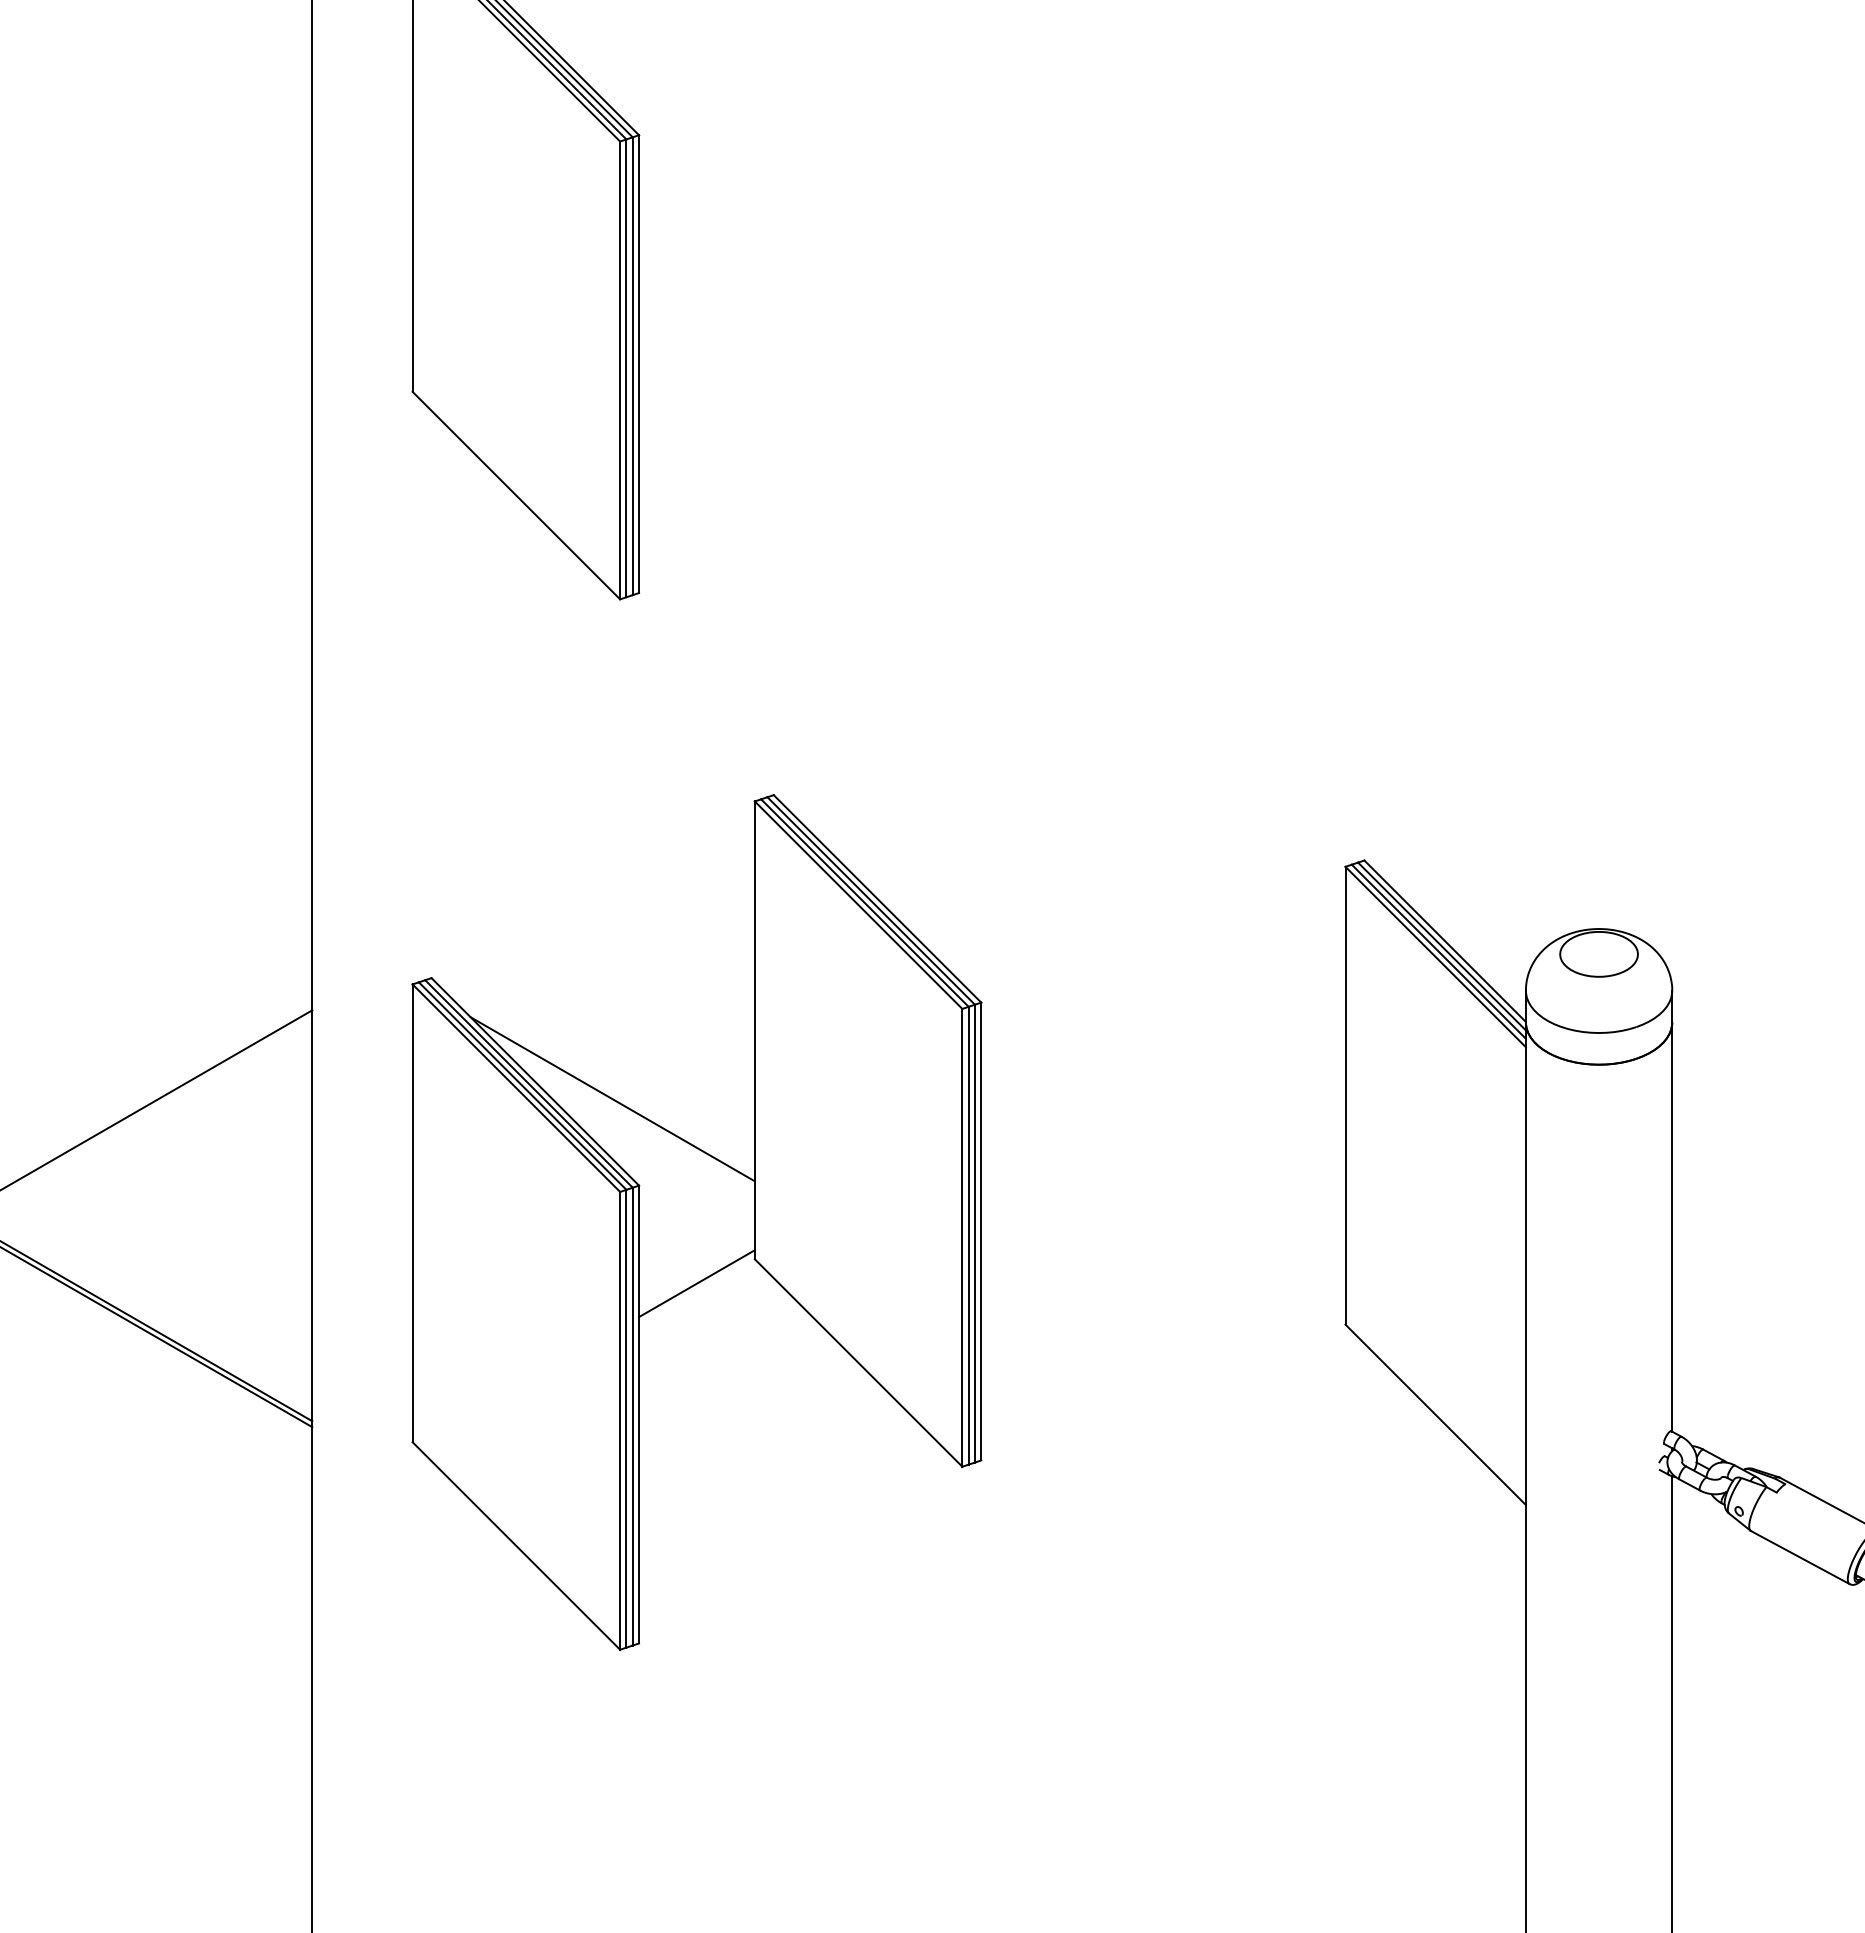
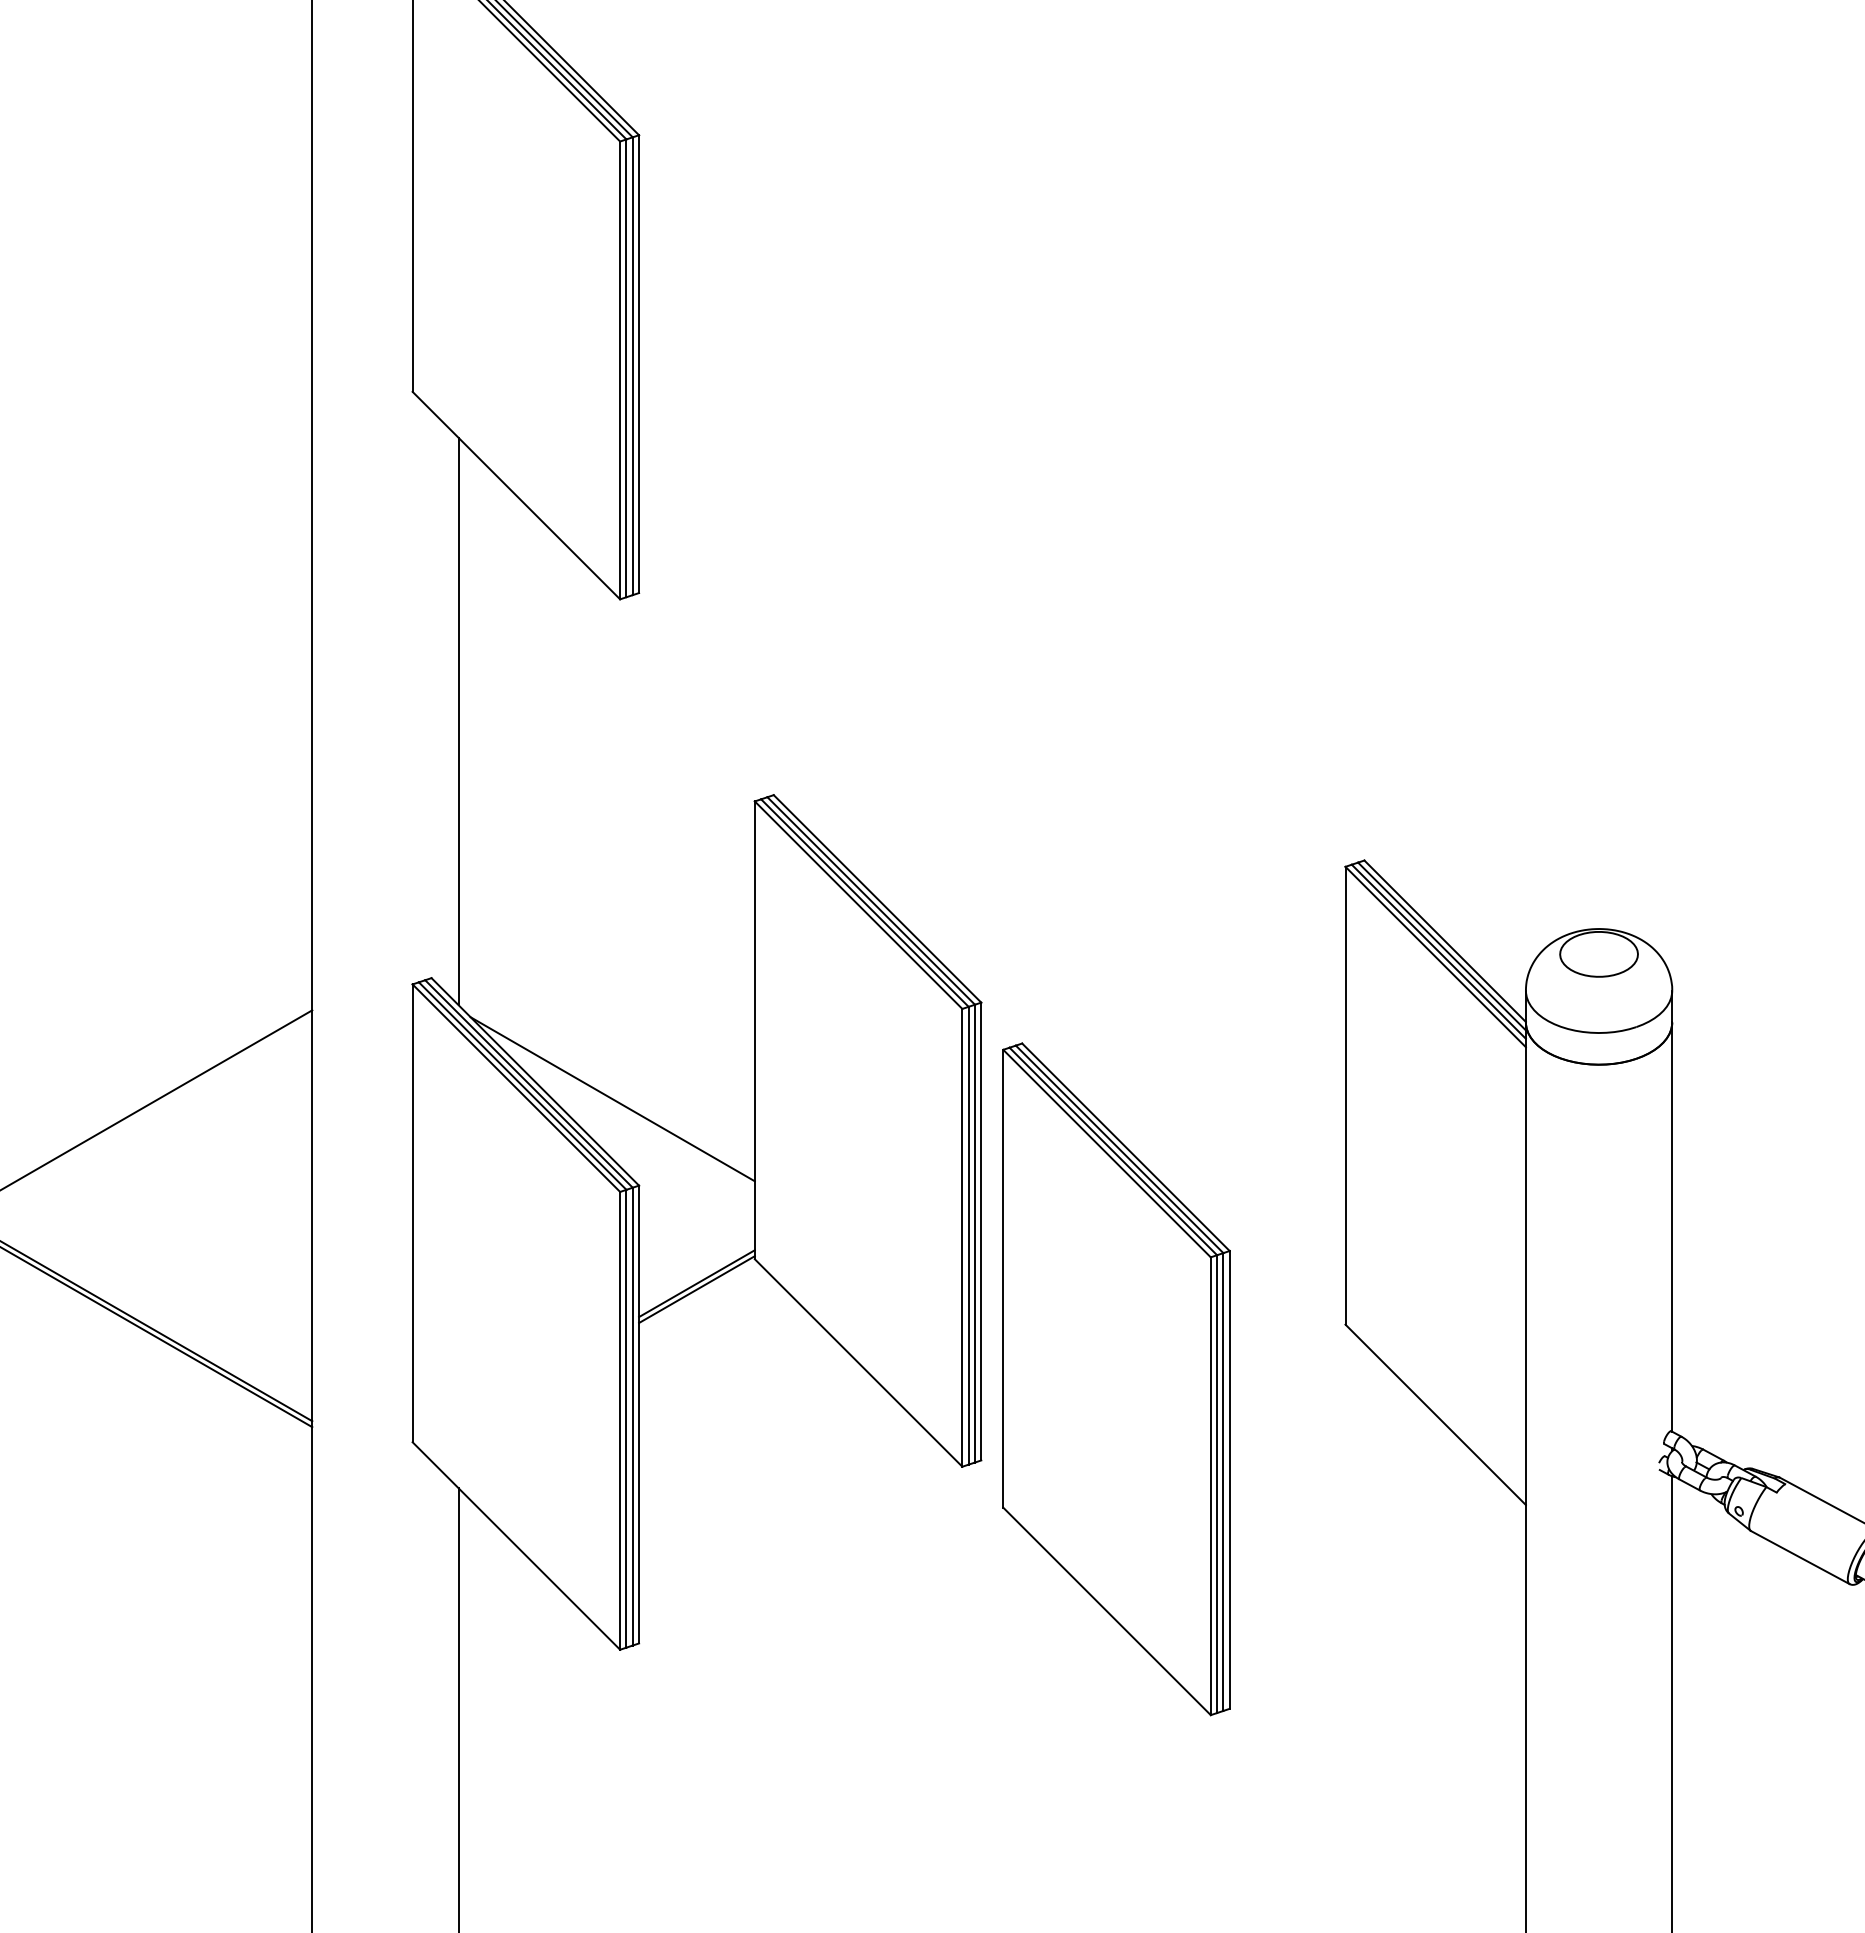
line at (458, 721): none -> present
line at (696, 1289): none -> present
part at (1116, 1379): none -> present
line at (458, 1708): none -> present
